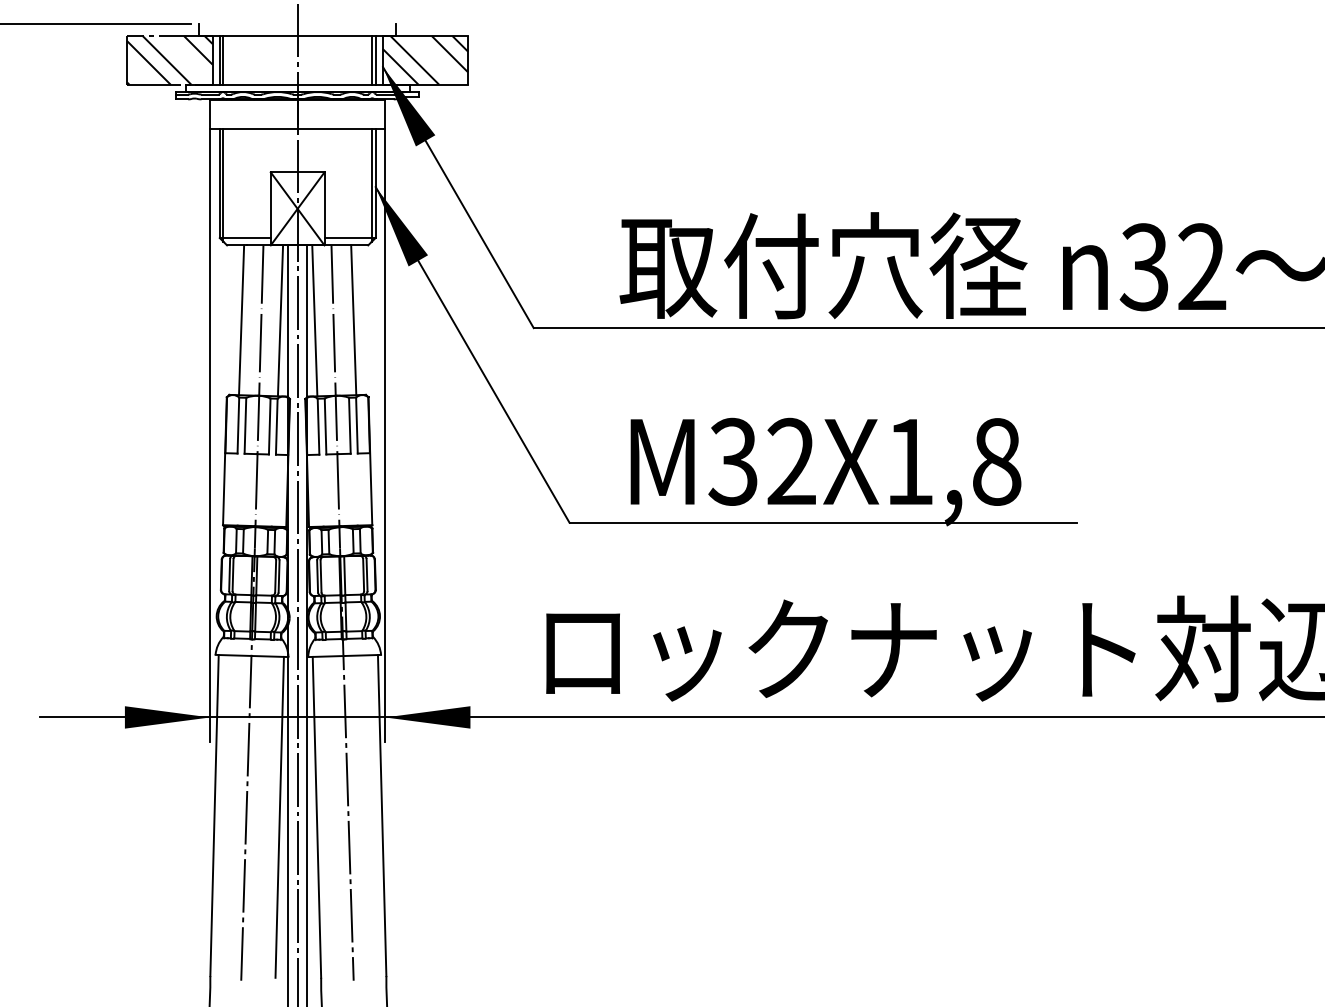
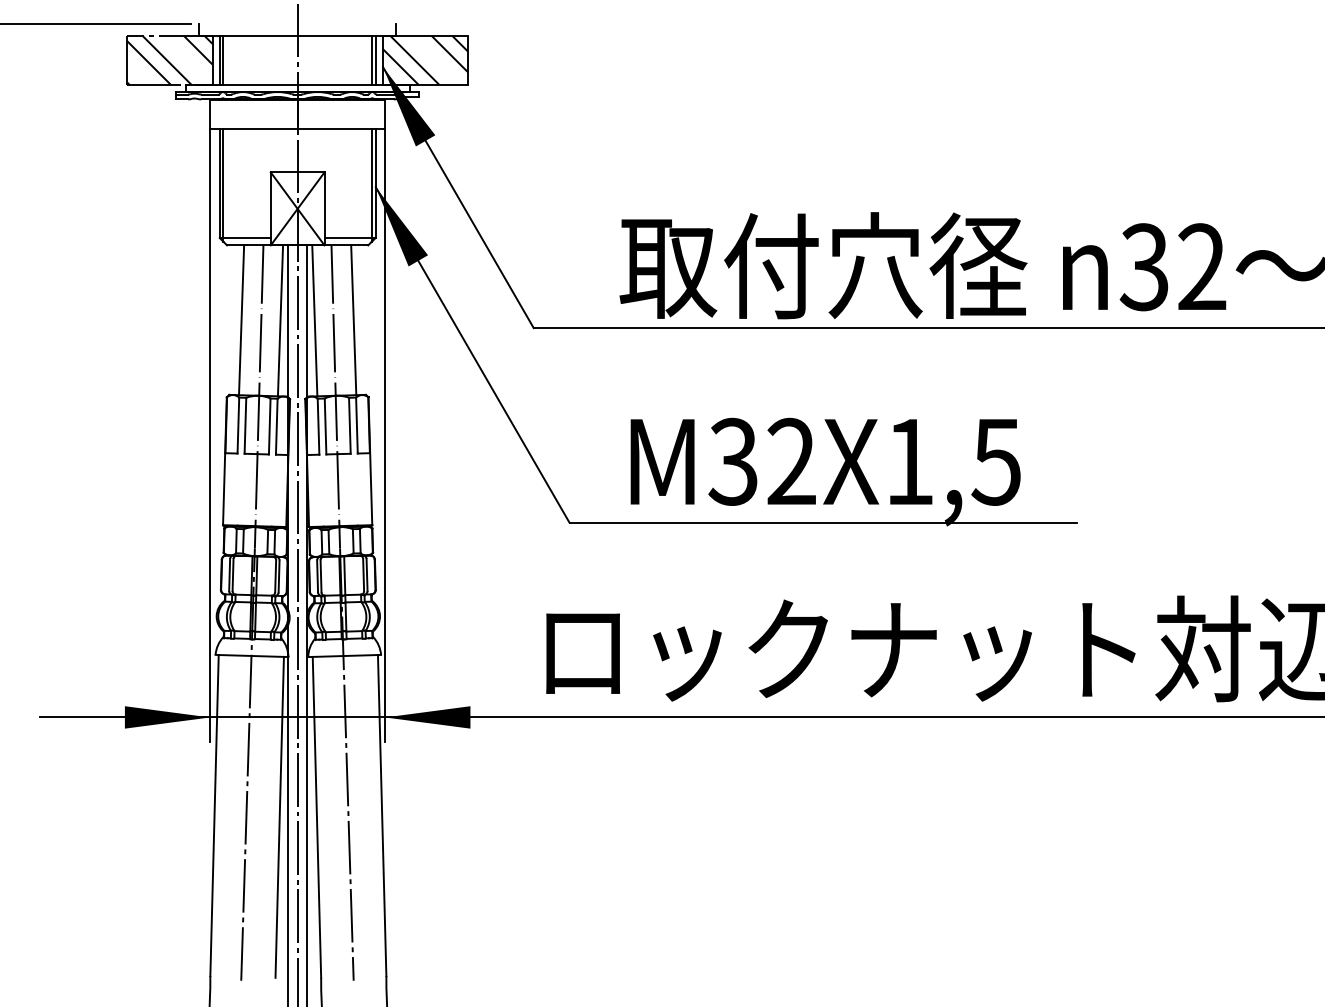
text at (996, 461): M32X1,8 -> M32X1,5
